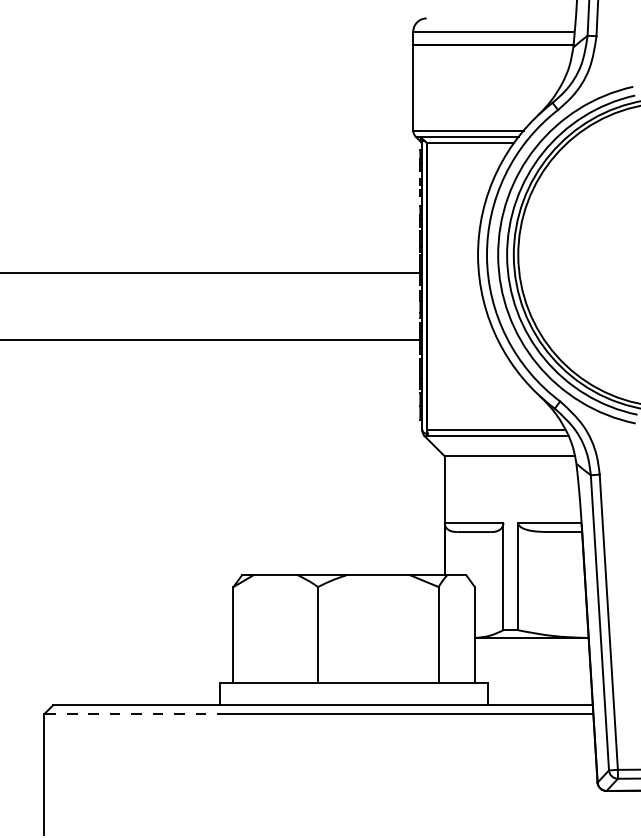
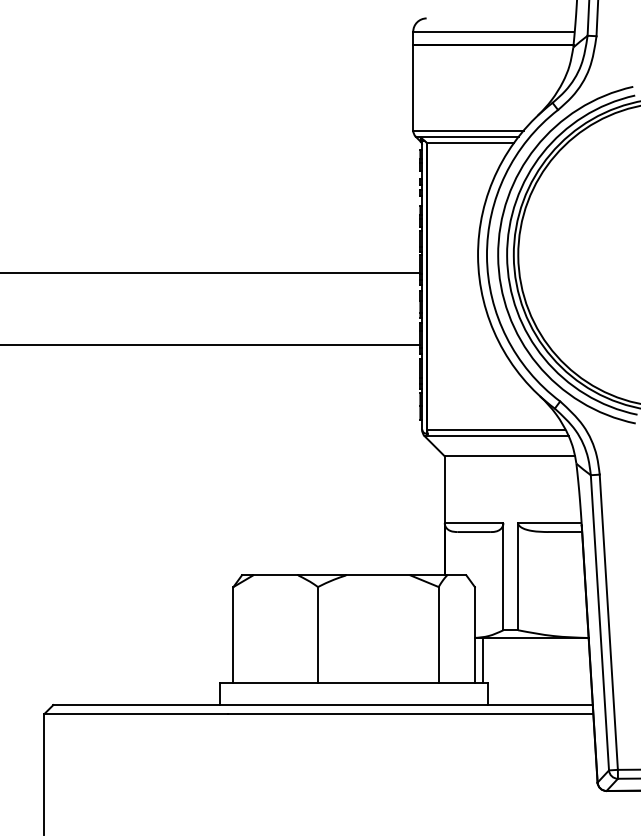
line at (211, 339) position: (211, 339) -> (211, 344)
line at (482, 660): none -> present
line at (136, 714): dashed -> solid
